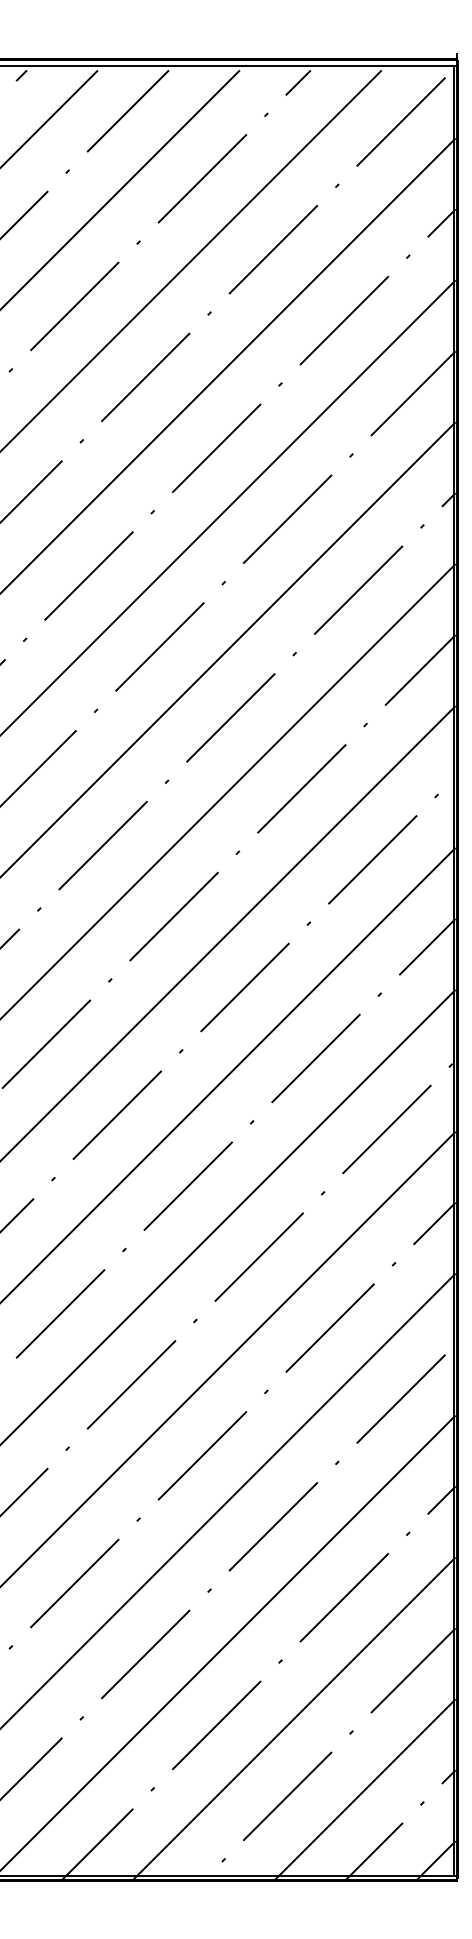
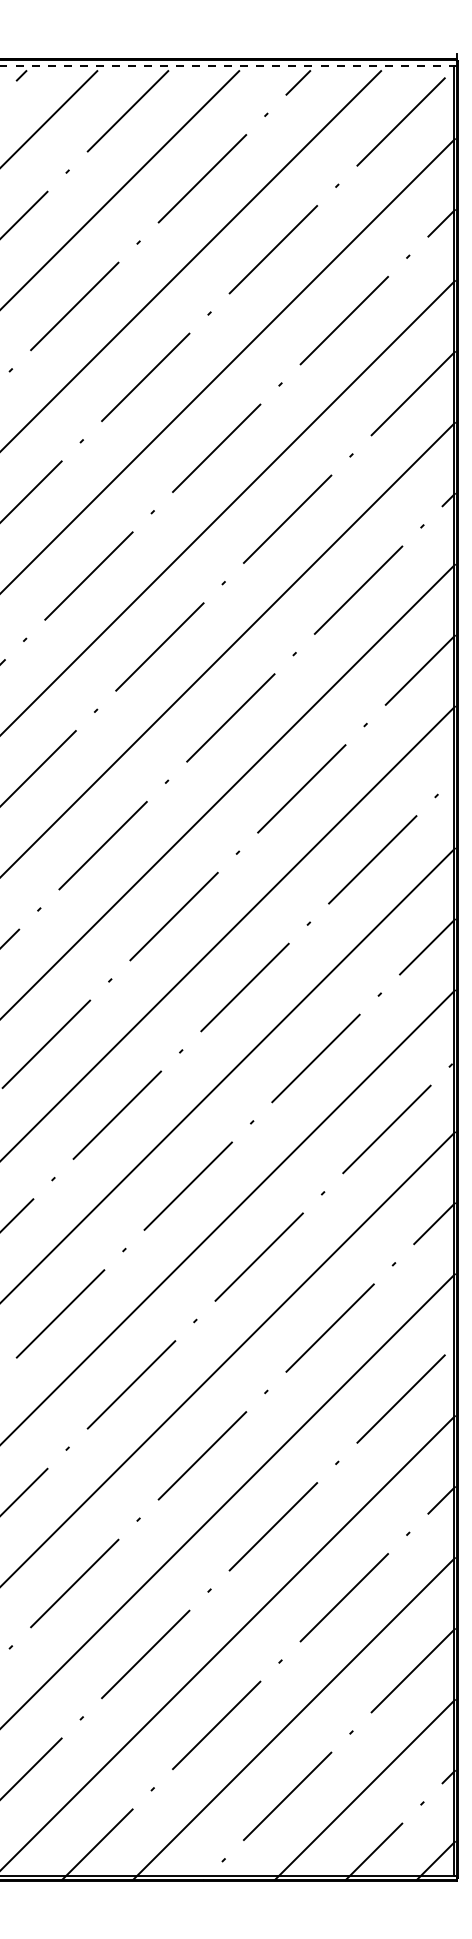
line at (227, 66): solid -> dashed
